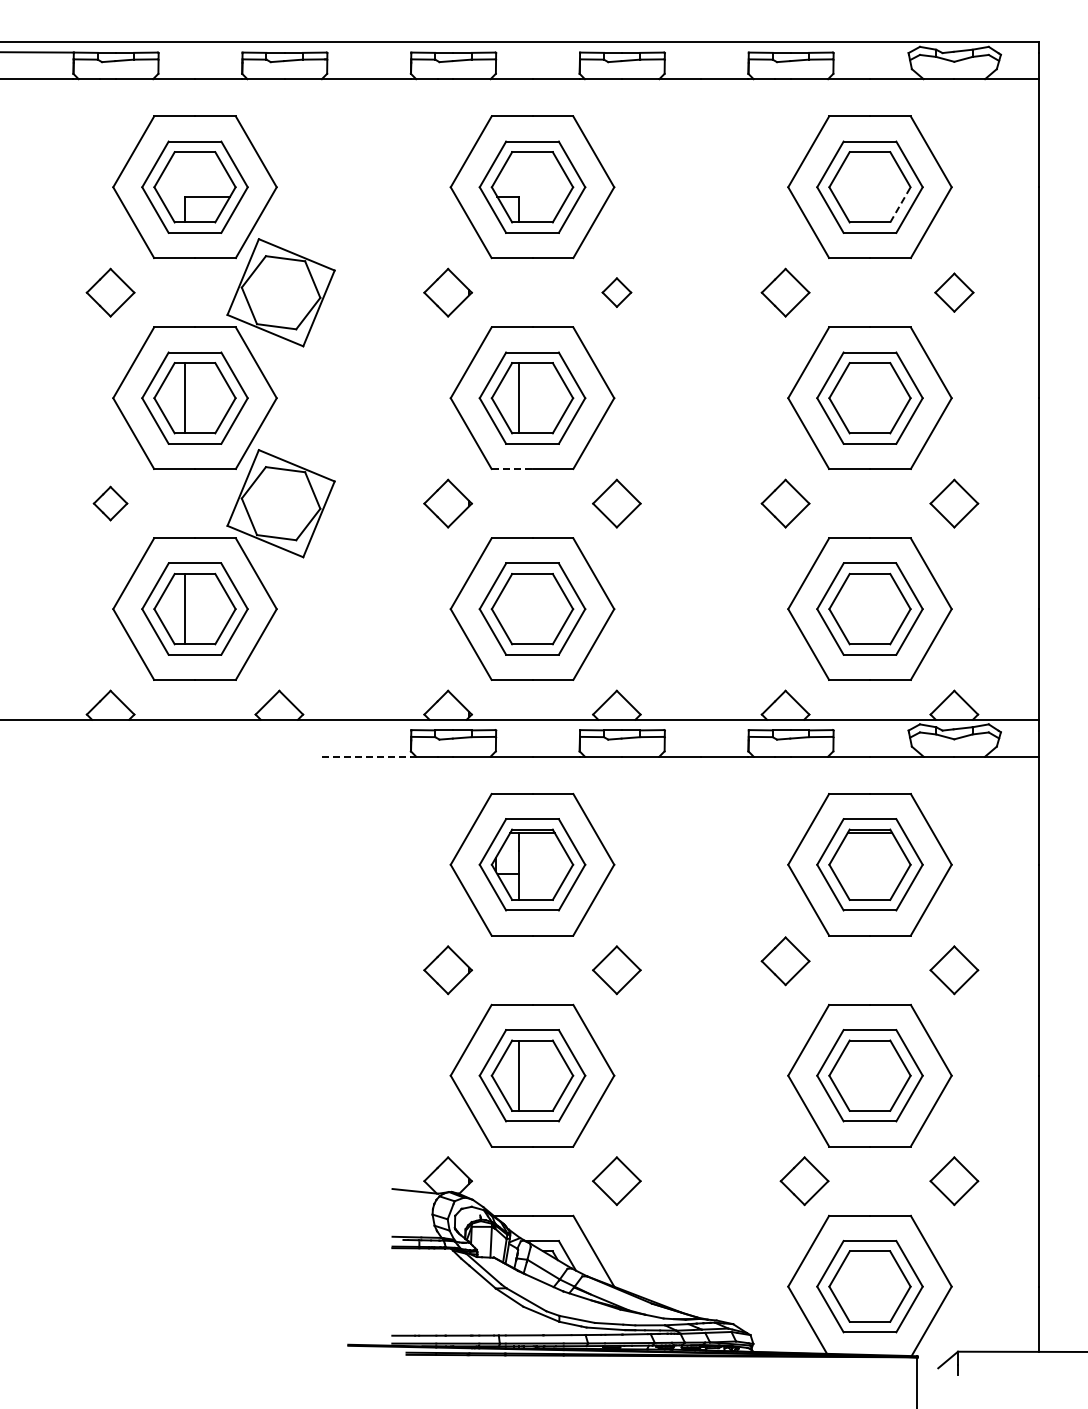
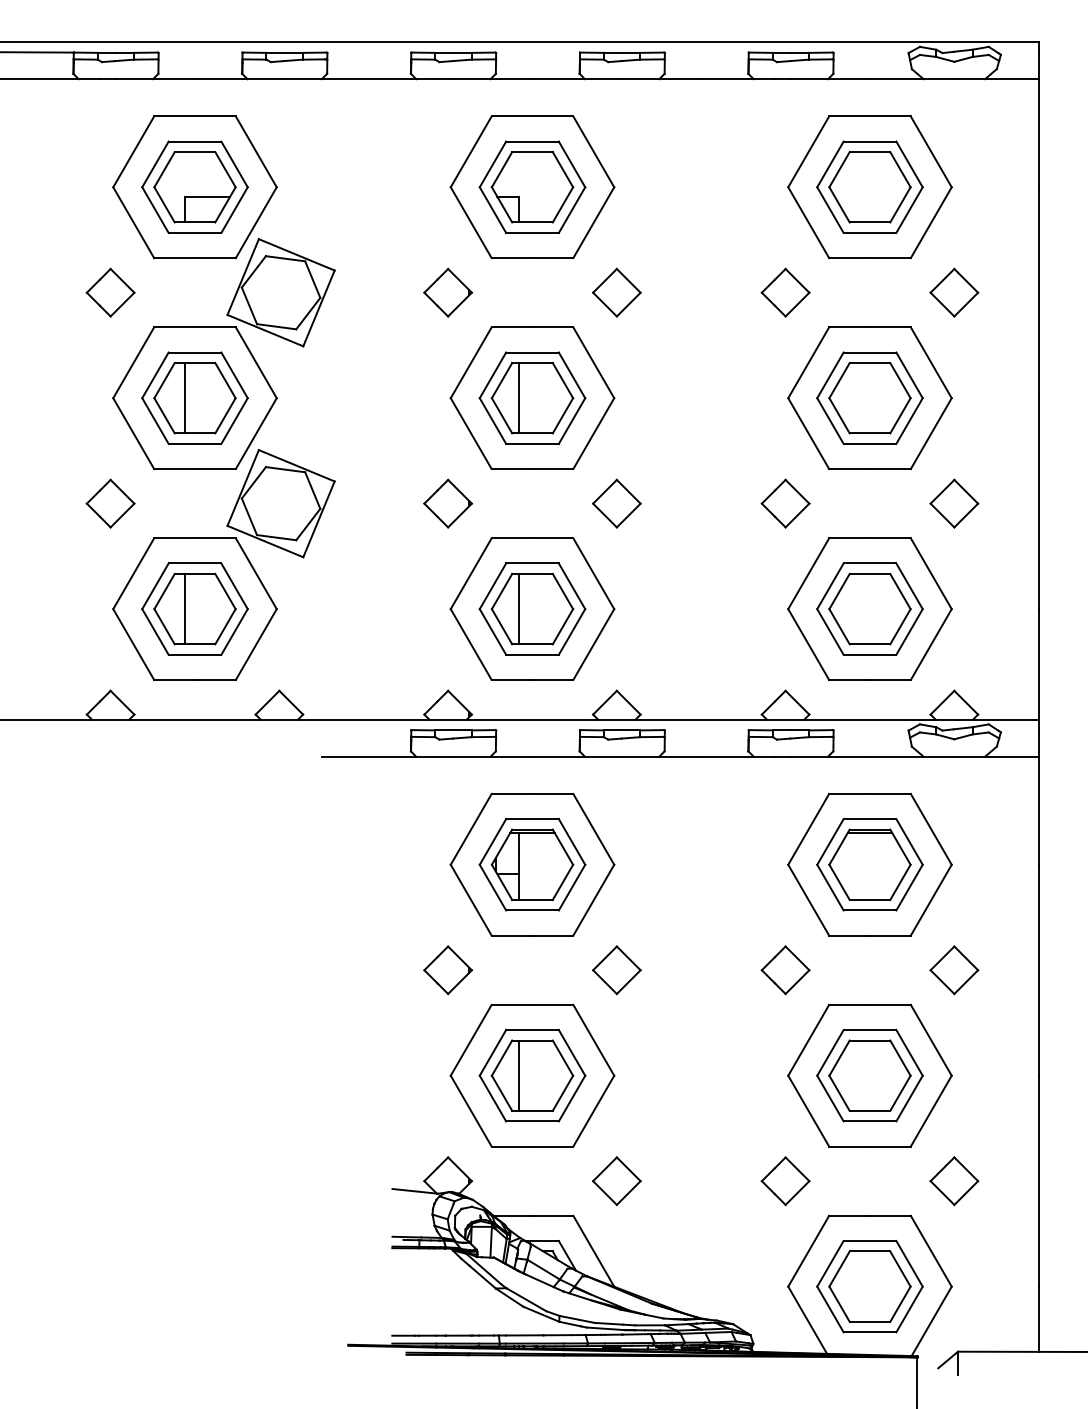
line at (900, 204): dashed -> solid
part at (616, 292) size: 32x31 px -> 50x51 px
part at (954, 292) size: 41x41 px -> 51x51 px
line at (512, 468): dashed -> solid
part at (110, 503) size: 37x37 px -> 51x51 px
line at (519, 608): none -> present
line at (366, 756): dashed -> solid
part at (785, 961) position: (785, 961) -> (785, 970)
part at (804, 1181) position: (804, 1181) -> (785, 1181)
